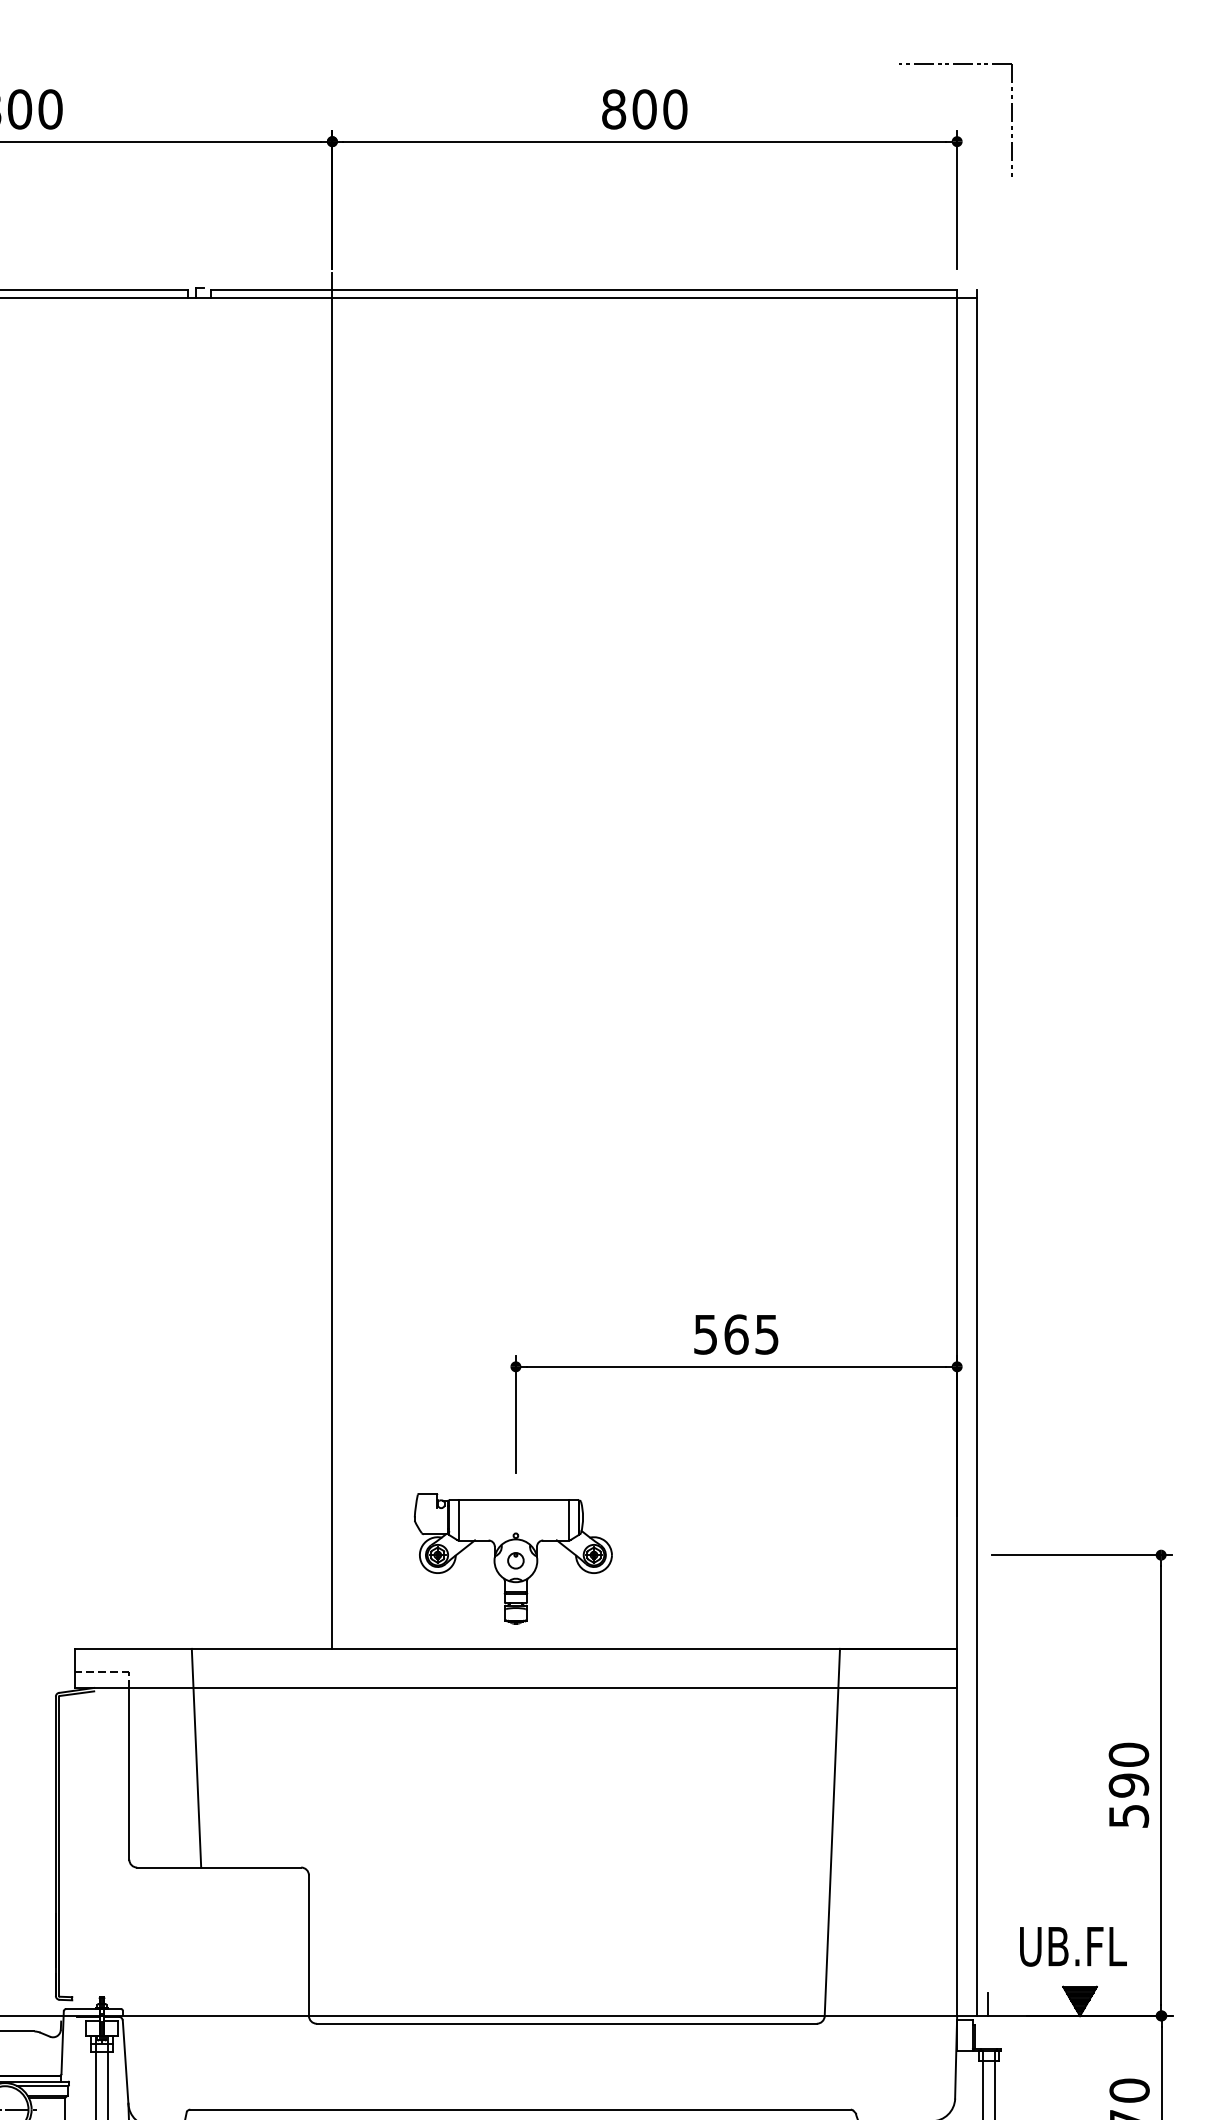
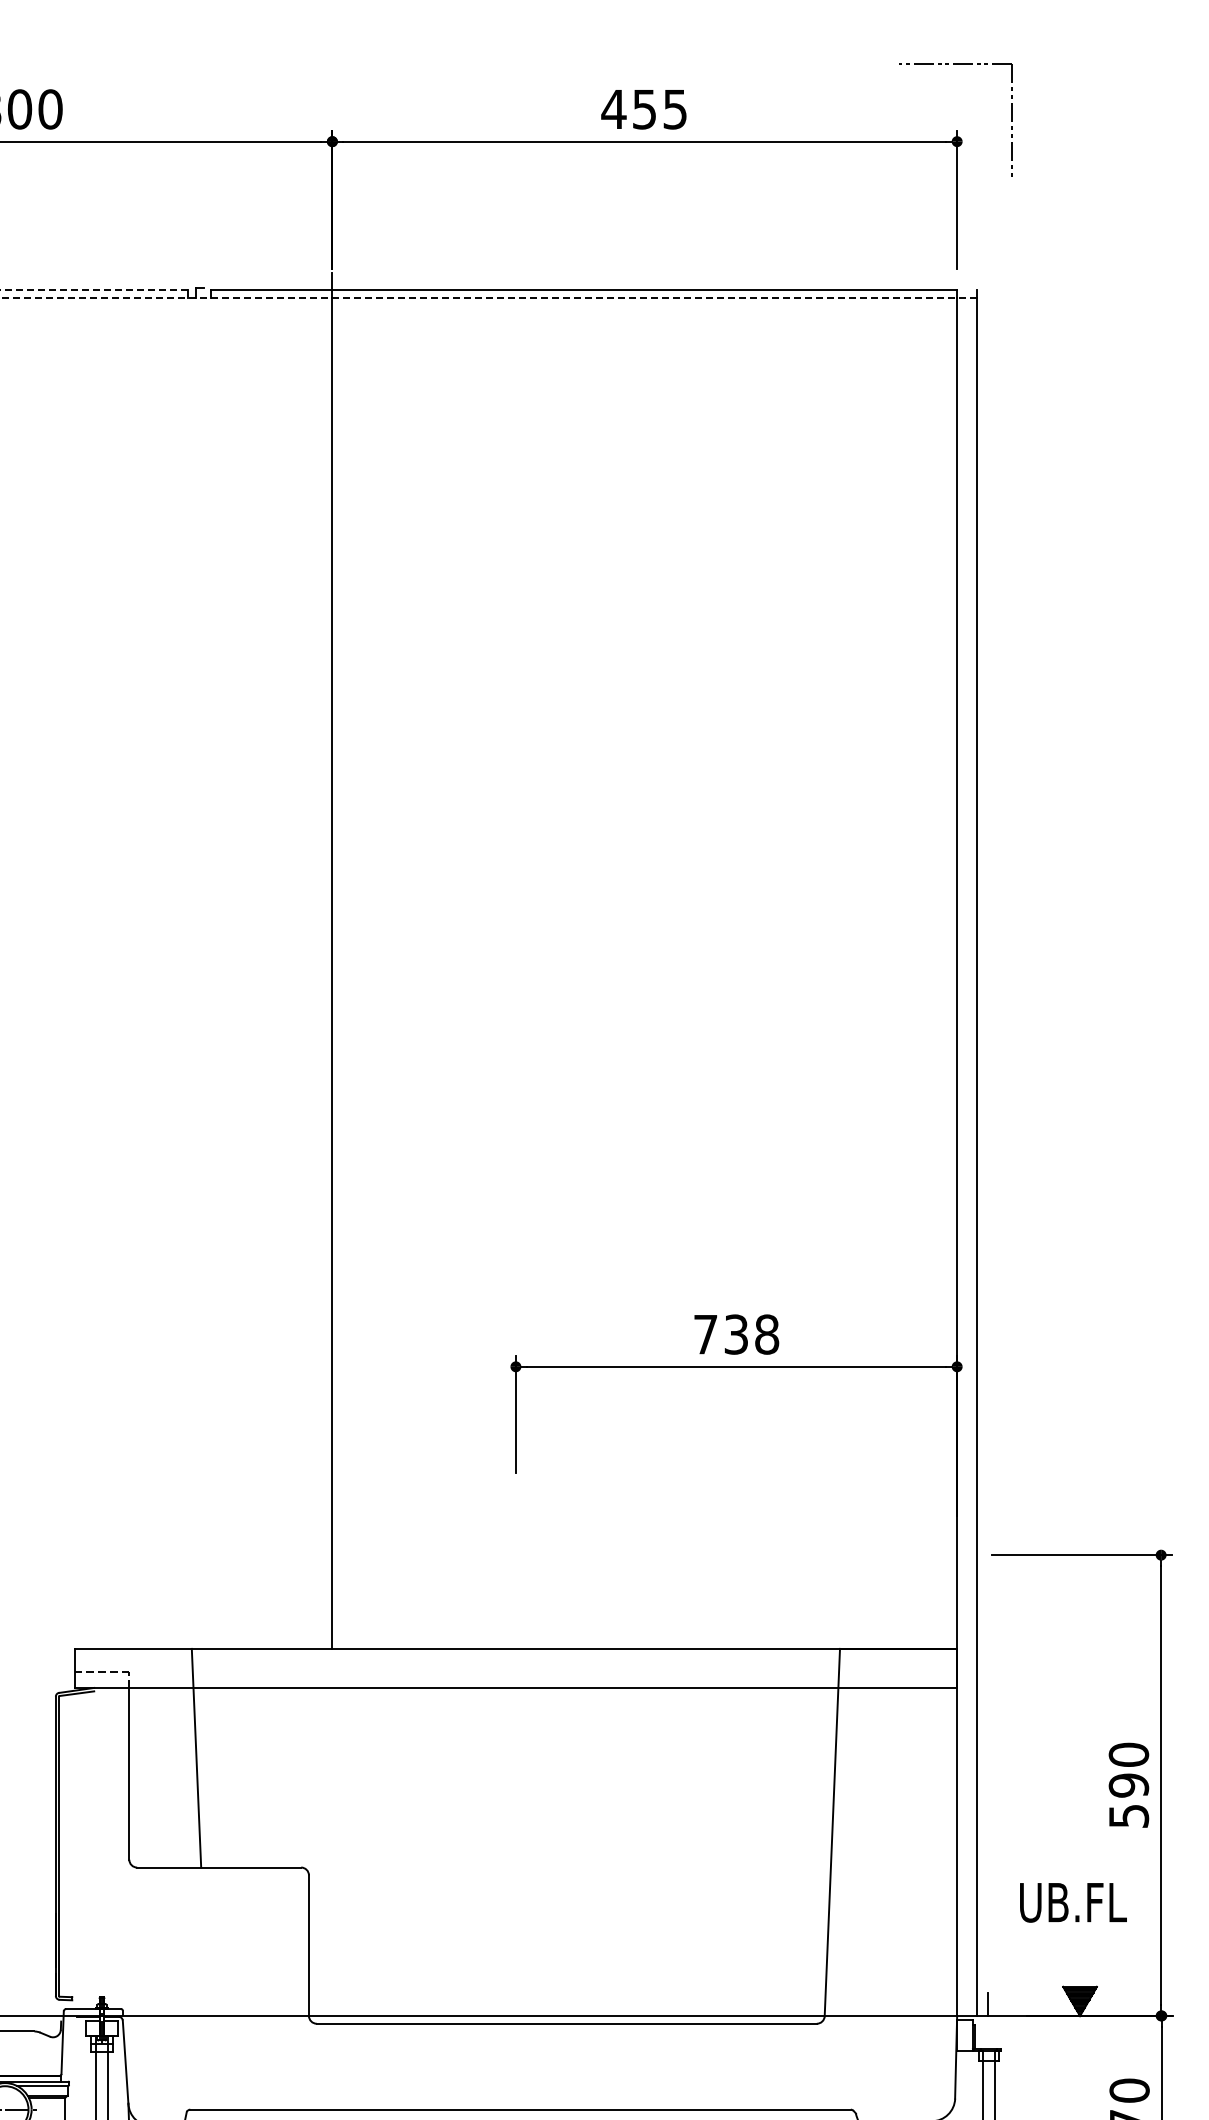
text at (644, 109): 800 -> 455
line at (93, 290): solid -> dashed
line at (487, 297): solid -> dashed
text at (736, 1334): 565 -> 738
part at (513, 1558): present -> none
text at (1073, 1946) position: (1073, 1946) -> (1073, 1902)
